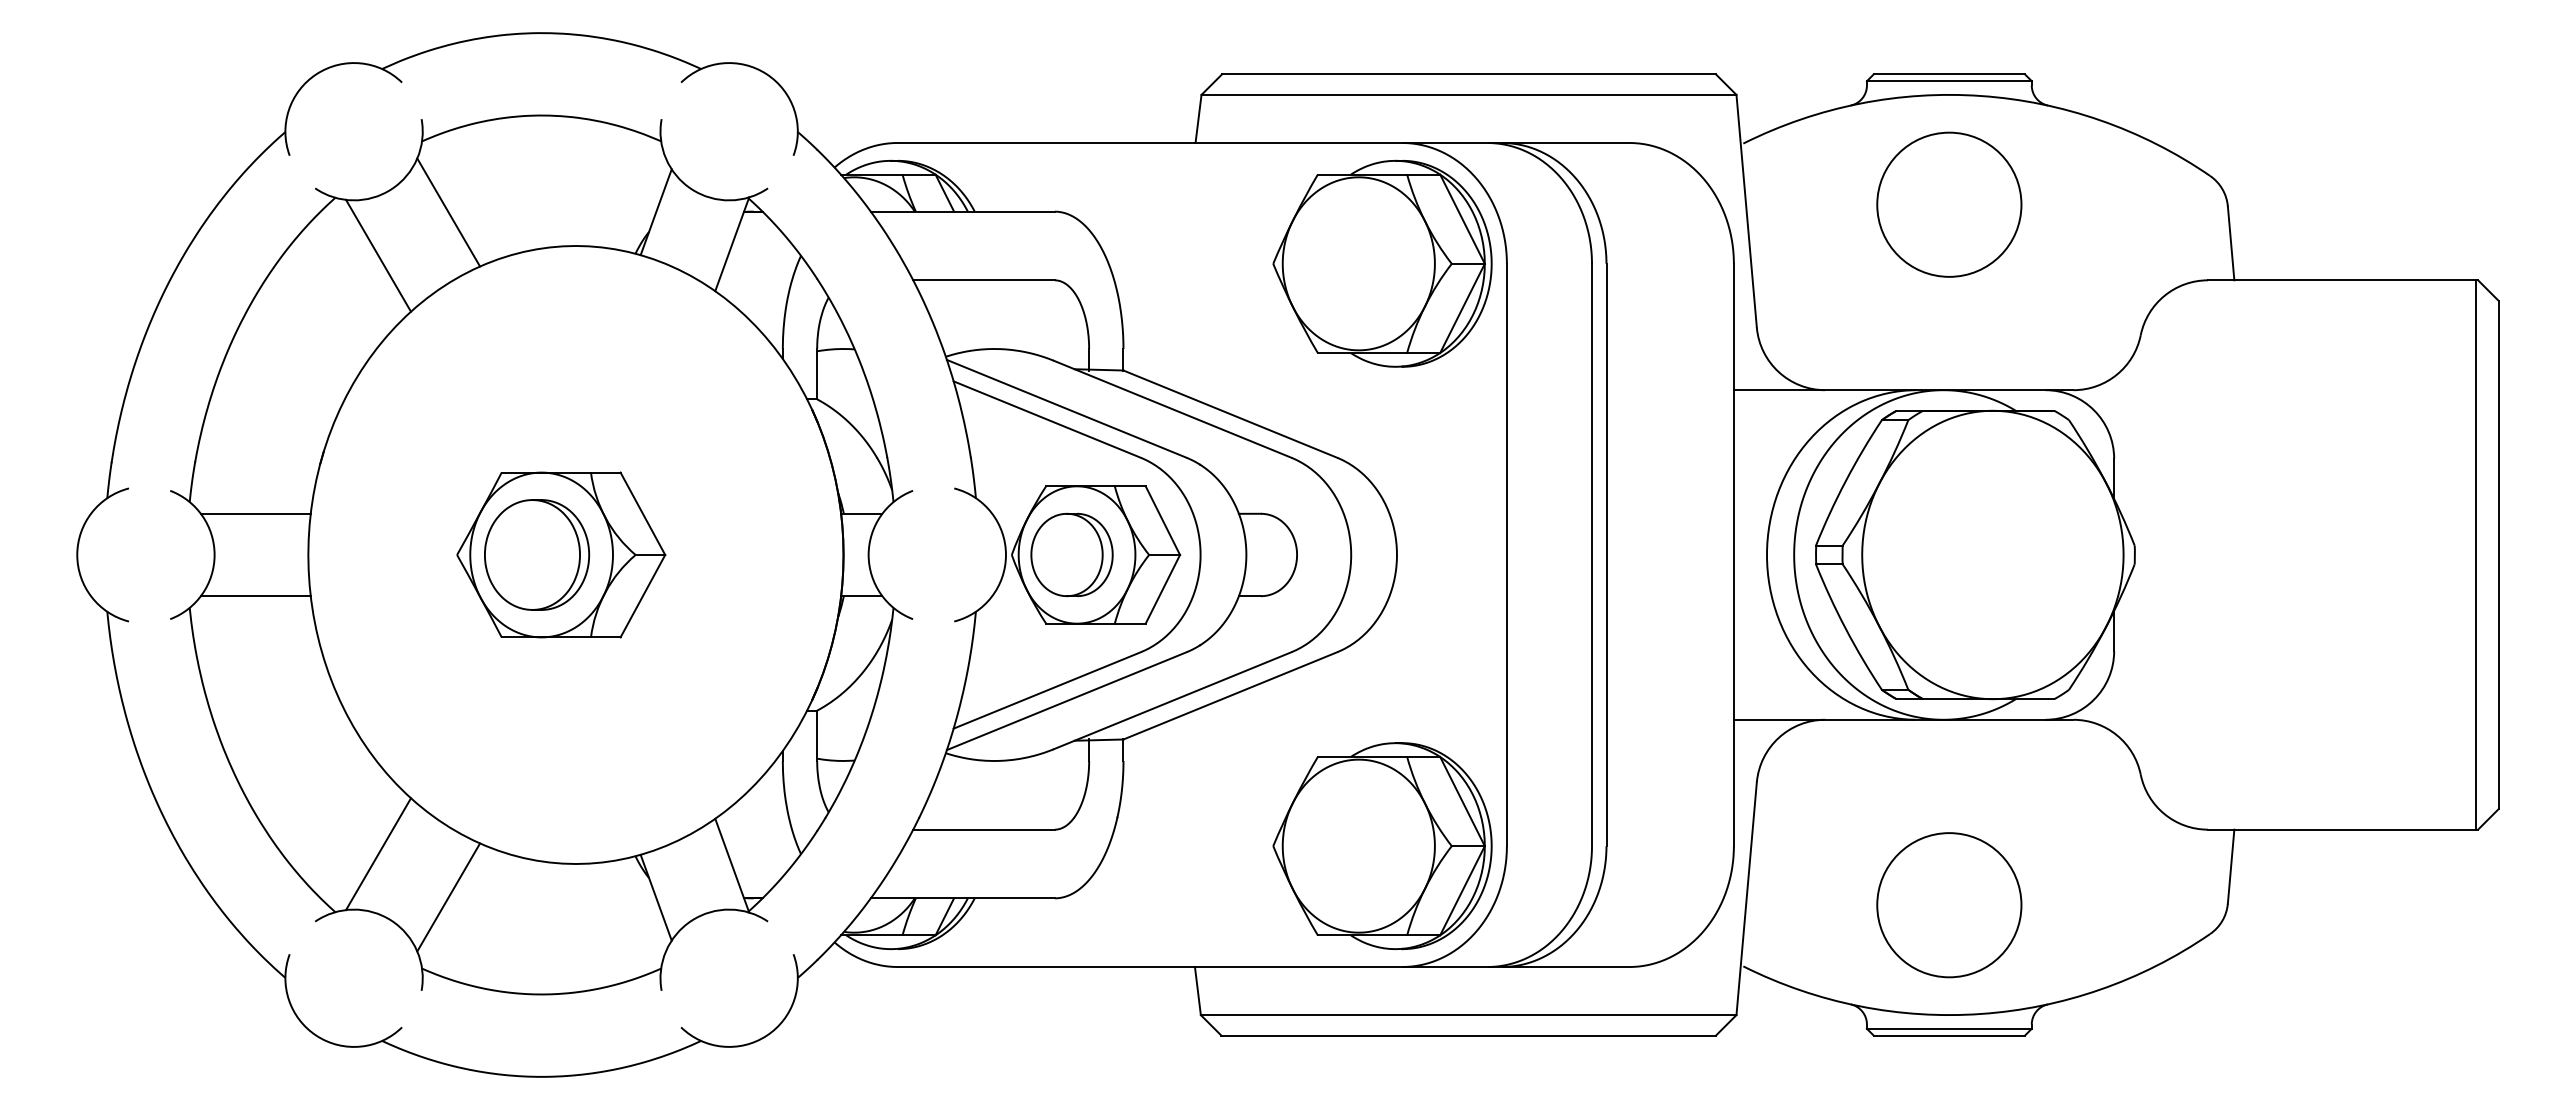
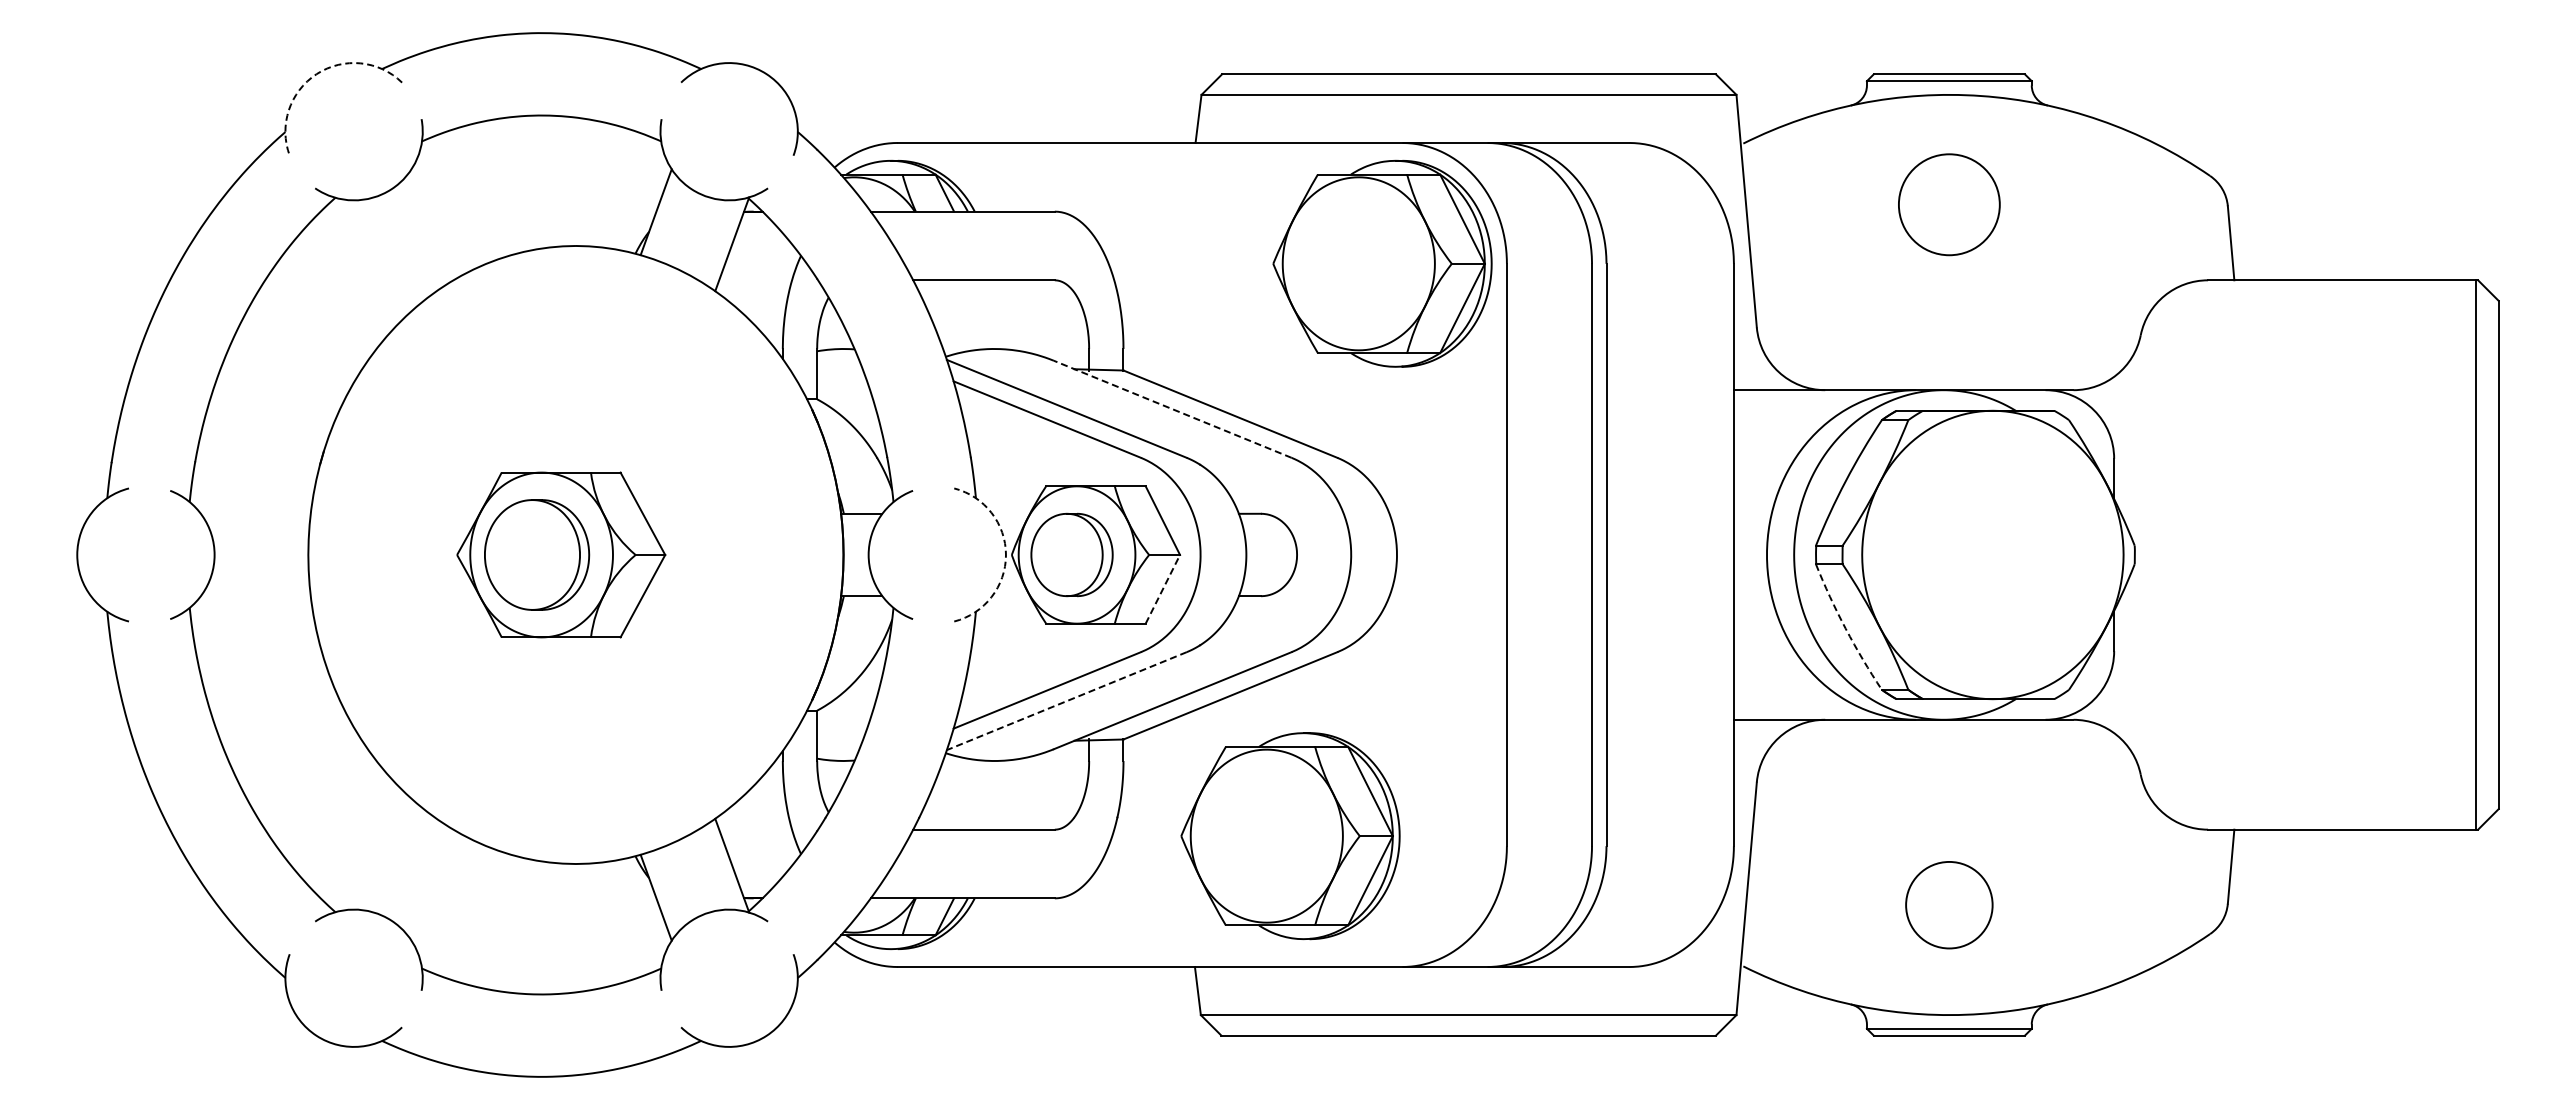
arc at (316, 74): solid -> dashed
circle at (1949, 204) diameter: 144 px -> 101 px
line at (448, 212): present -> none
line at (378, 255): present -> none
line at (1172, 409): solid -> dashed
line at (255, 513): present -> none
arc at (1005, 554): solid -> dashed
line at (1163, 588): solid -> dashed
line at (255, 596): present -> none
arc at (1845, 628): solid -> dashed
line at (1066, 701): solid -> dashed
part at (1382, 846) position: (1382, 846) -> (1290, 836)
line at (378, 854): present -> none
line at (448, 897): present -> none
circle at (1949, 905) diameter: 144 px -> 87 px
